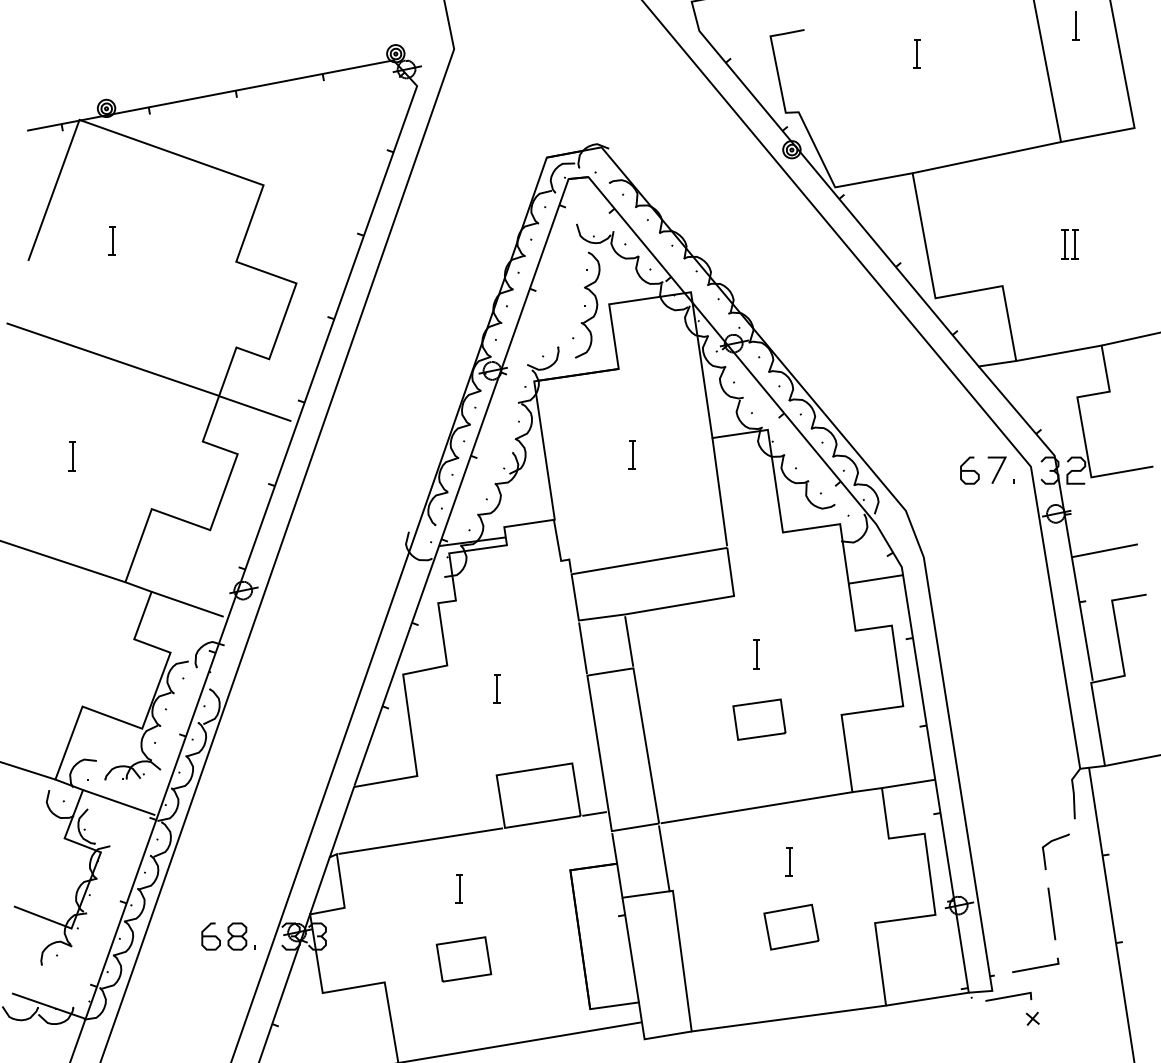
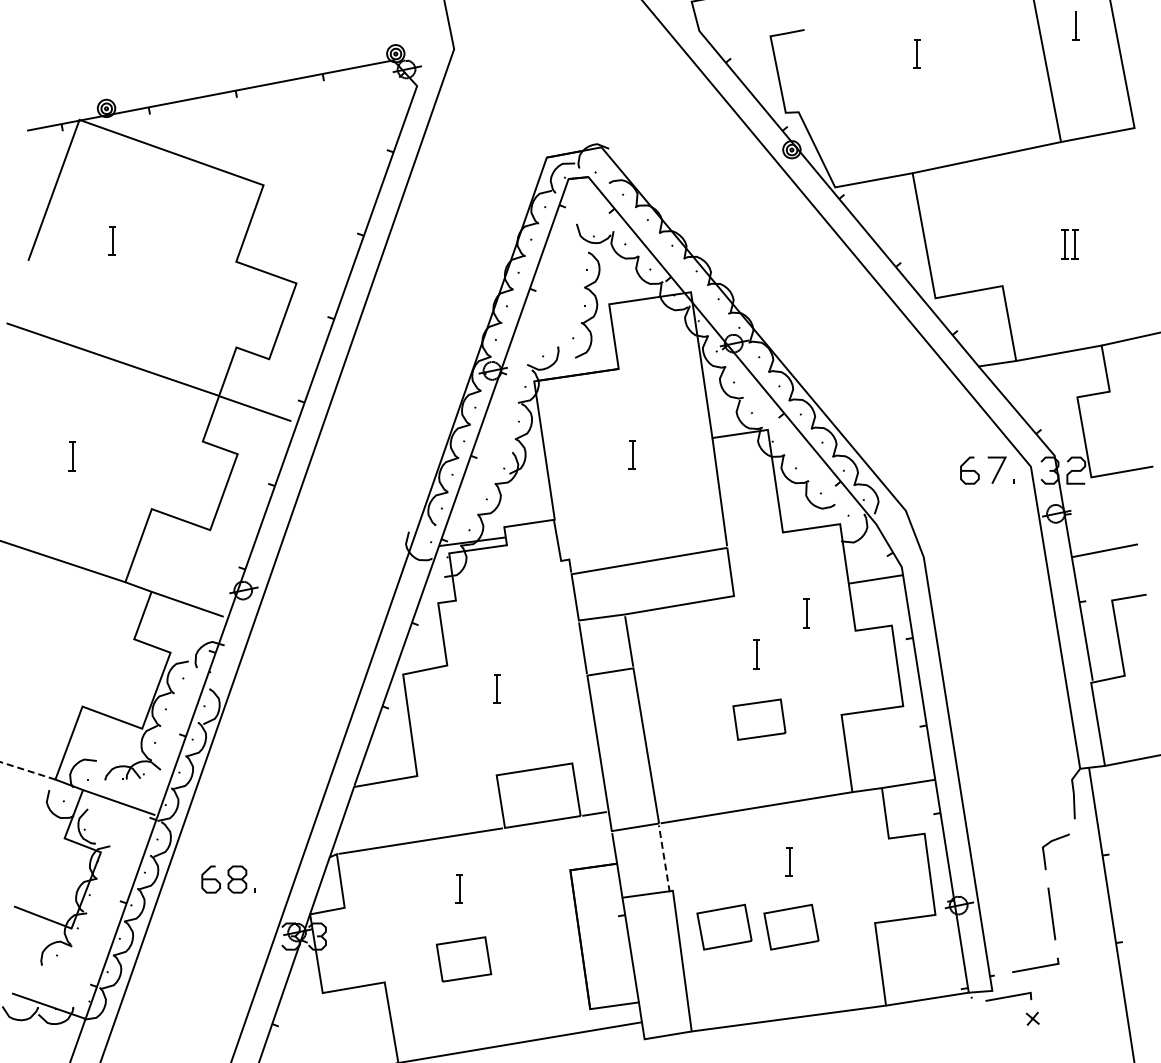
part at (806, 613): none -> present
line at (27, 770): solid -> dashed
line at (664, 858): solid -> dashed
part at (724, 926): none -> present
part at (228, 936) position: (228, 936) -> (228, 879)
